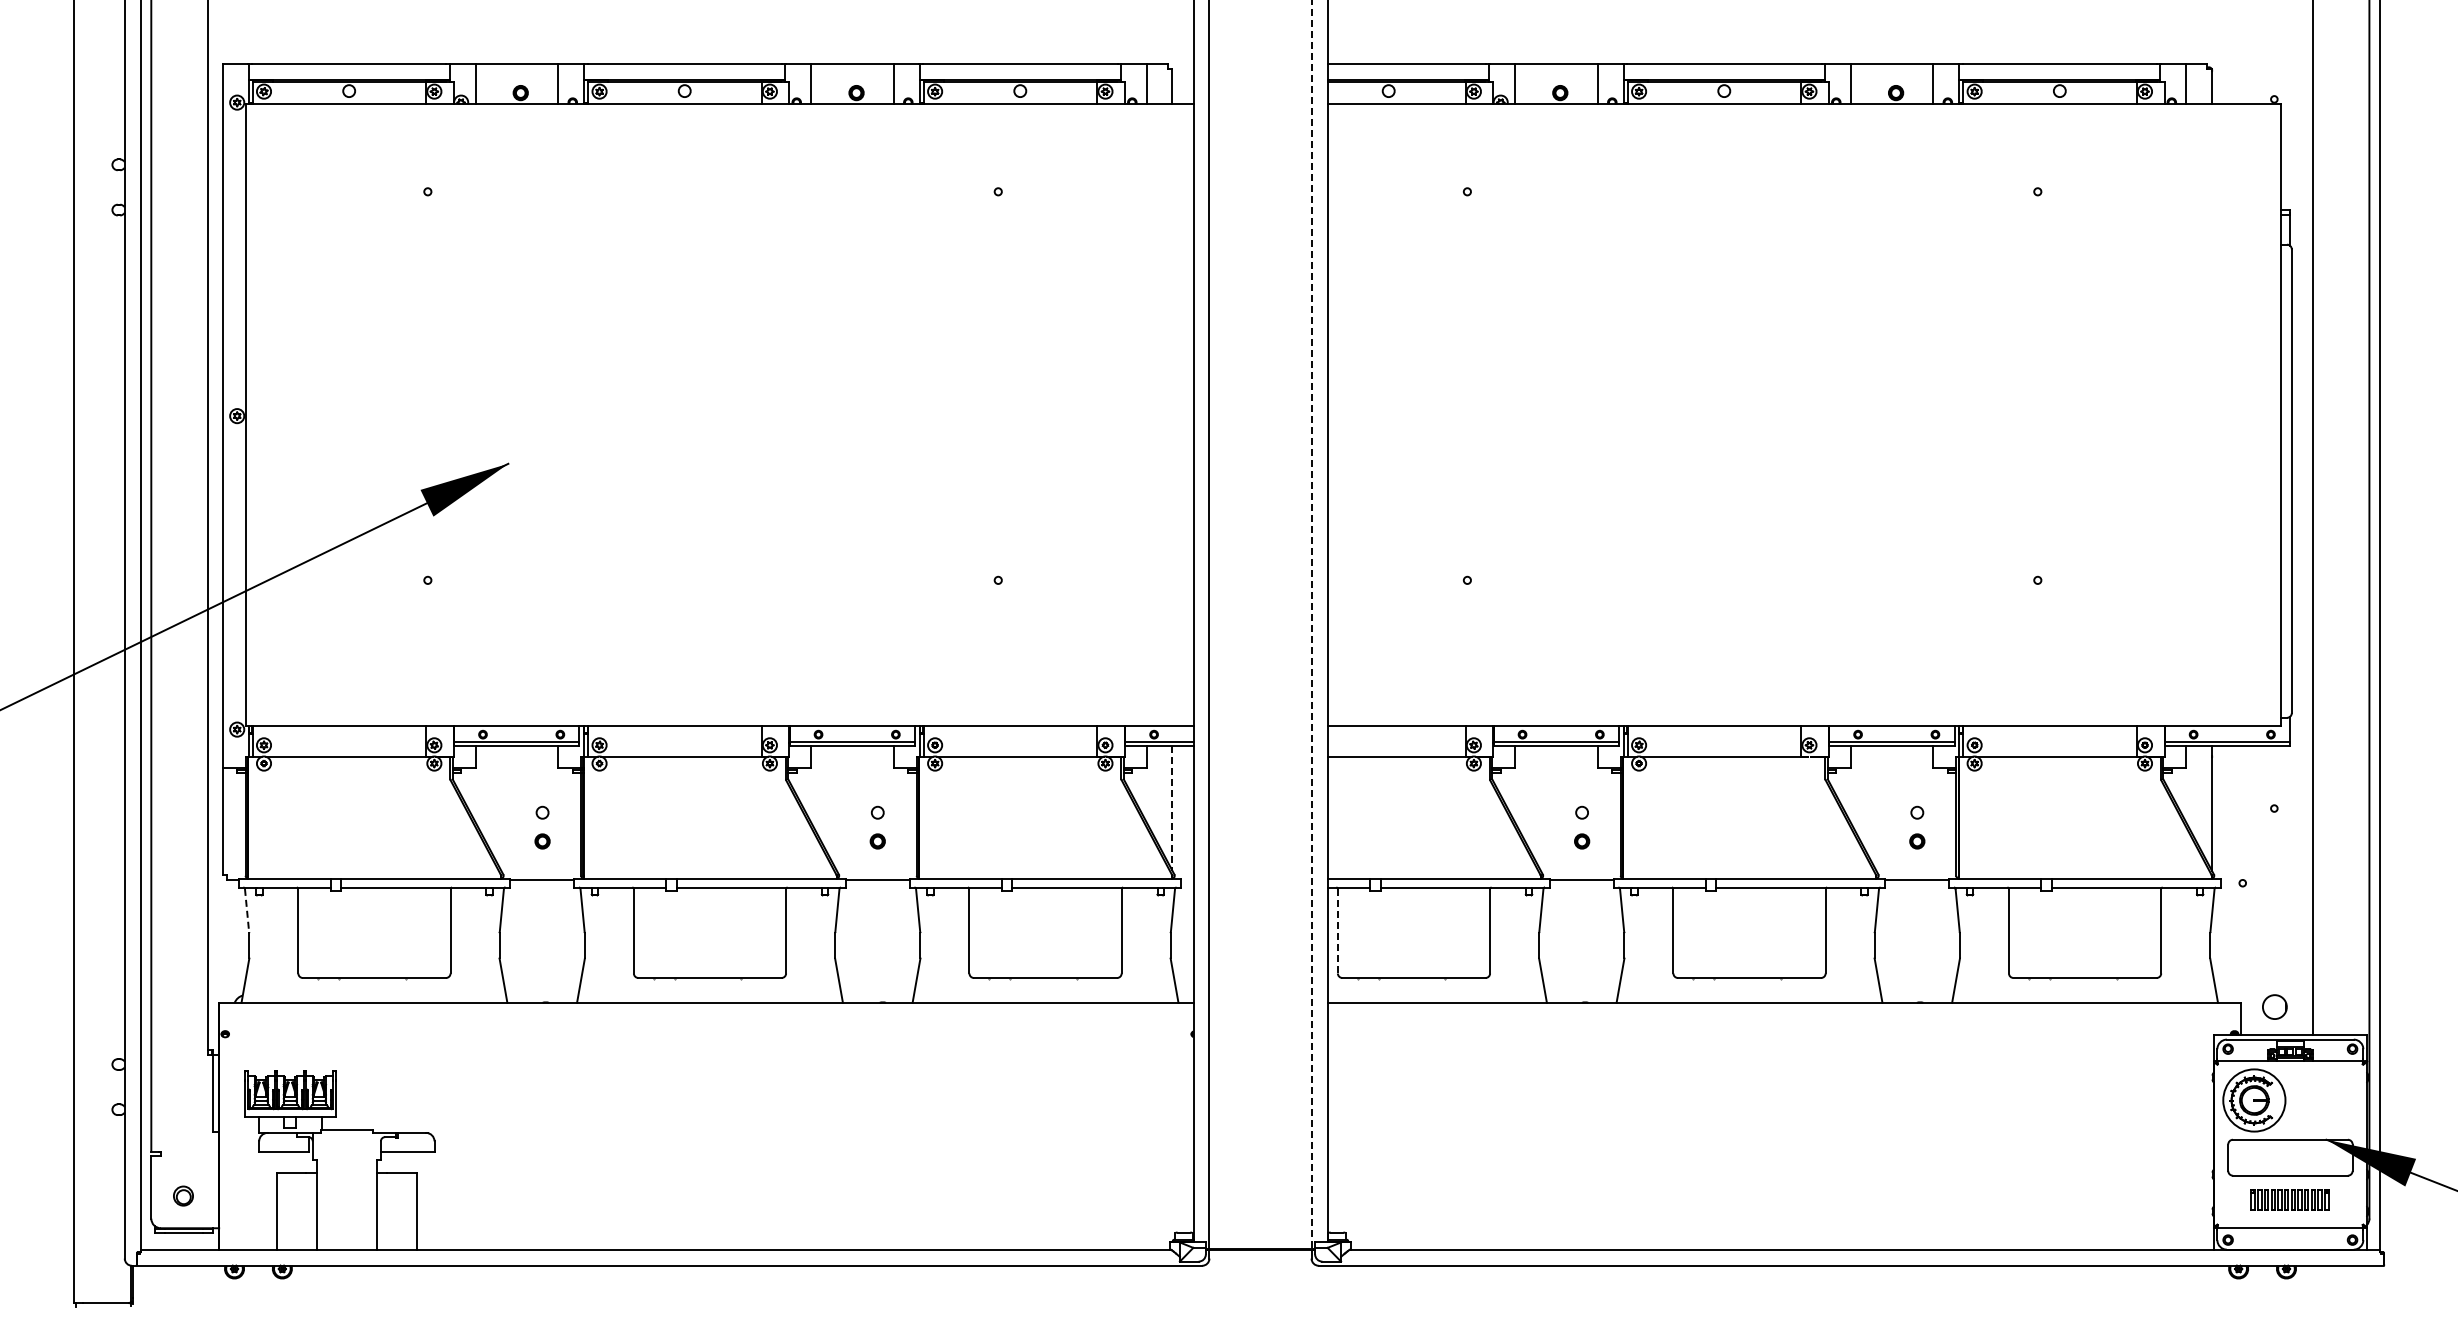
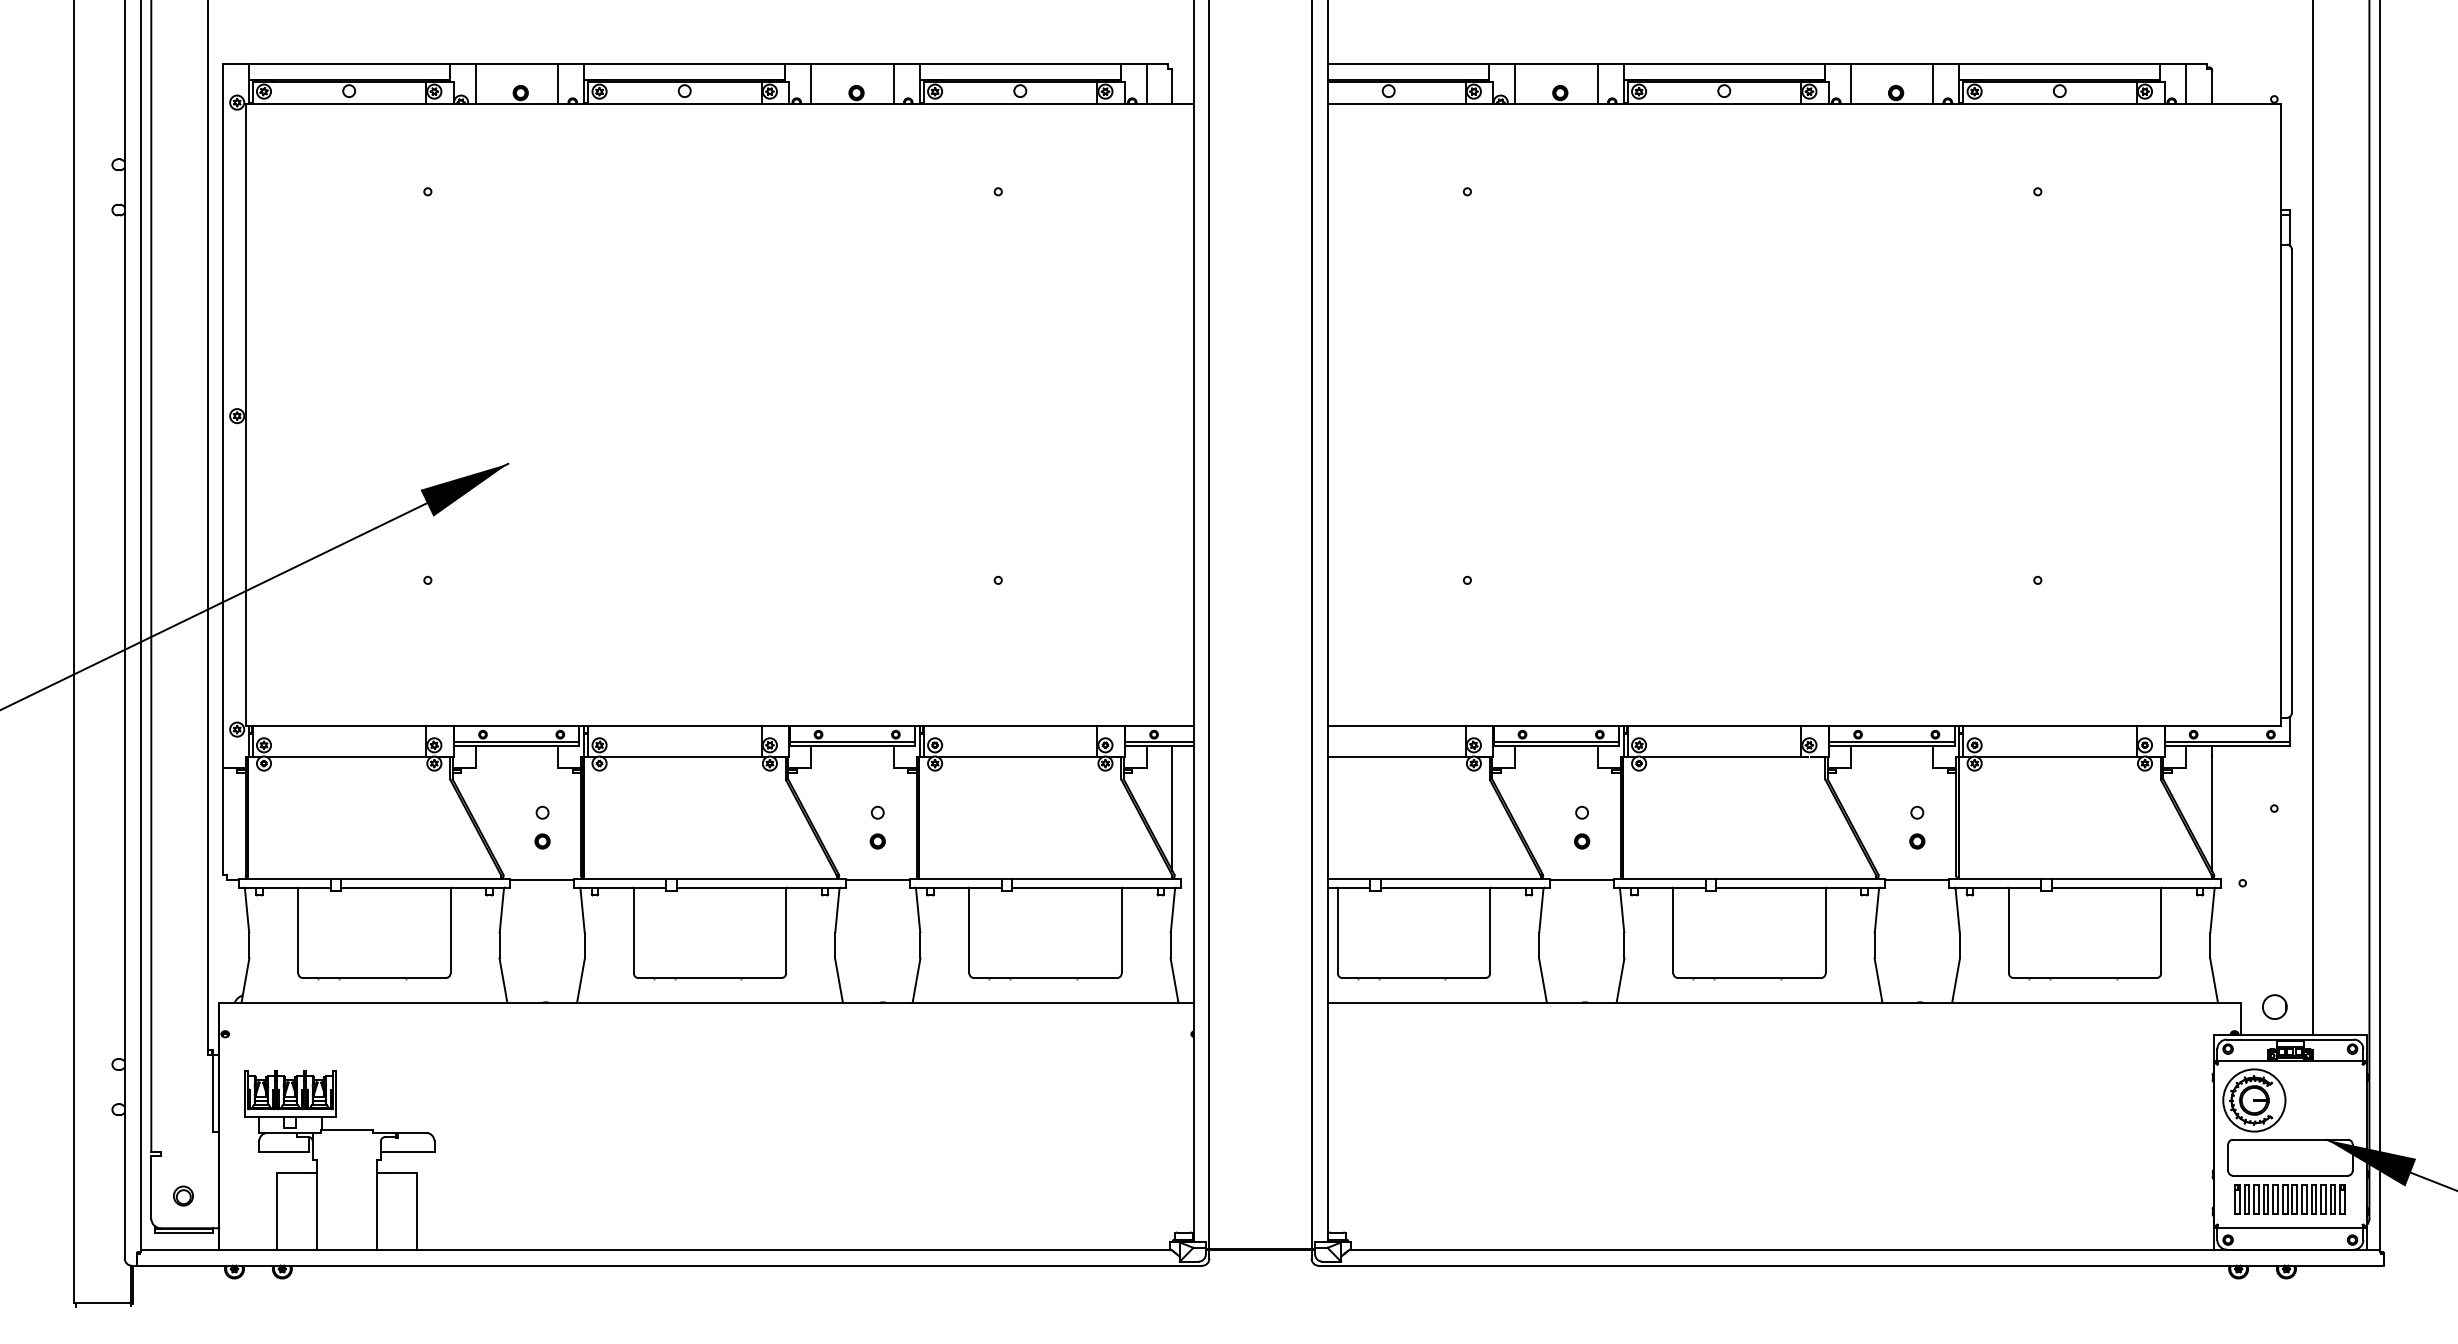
line at (1311, 624): dashed -> solid
line at (1172, 808): dashed -> solid
line at (247, 910): dashed -> solid
line at (1337, 931): dashed -> solid
part at (2289, 1199) size: 80x22 px -> 112x31 px
